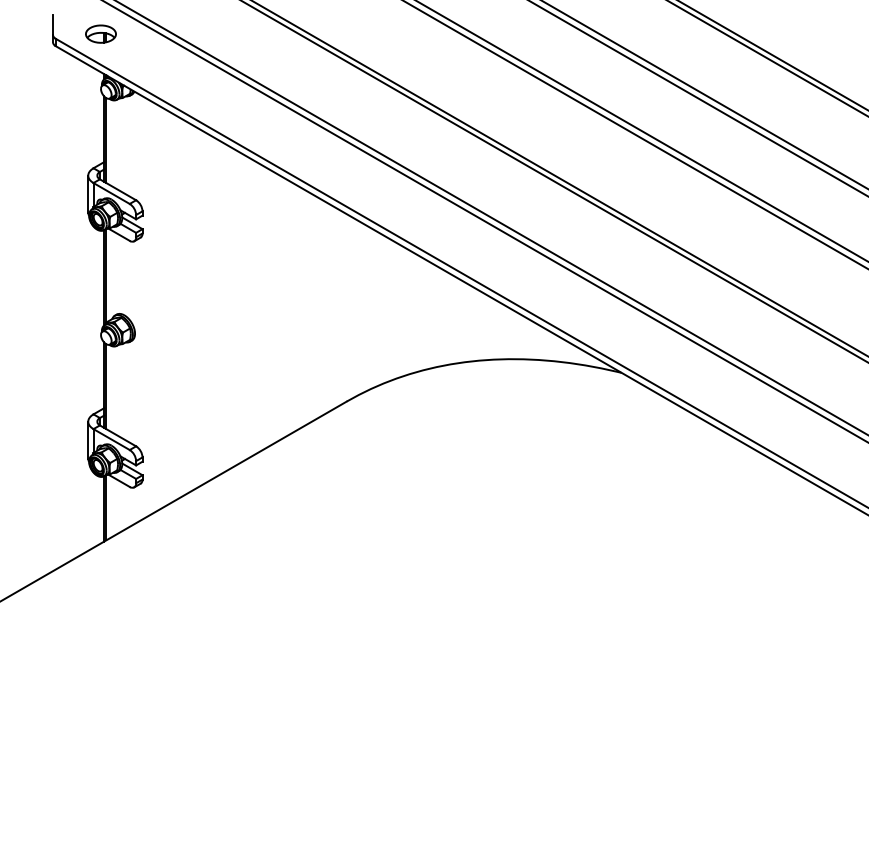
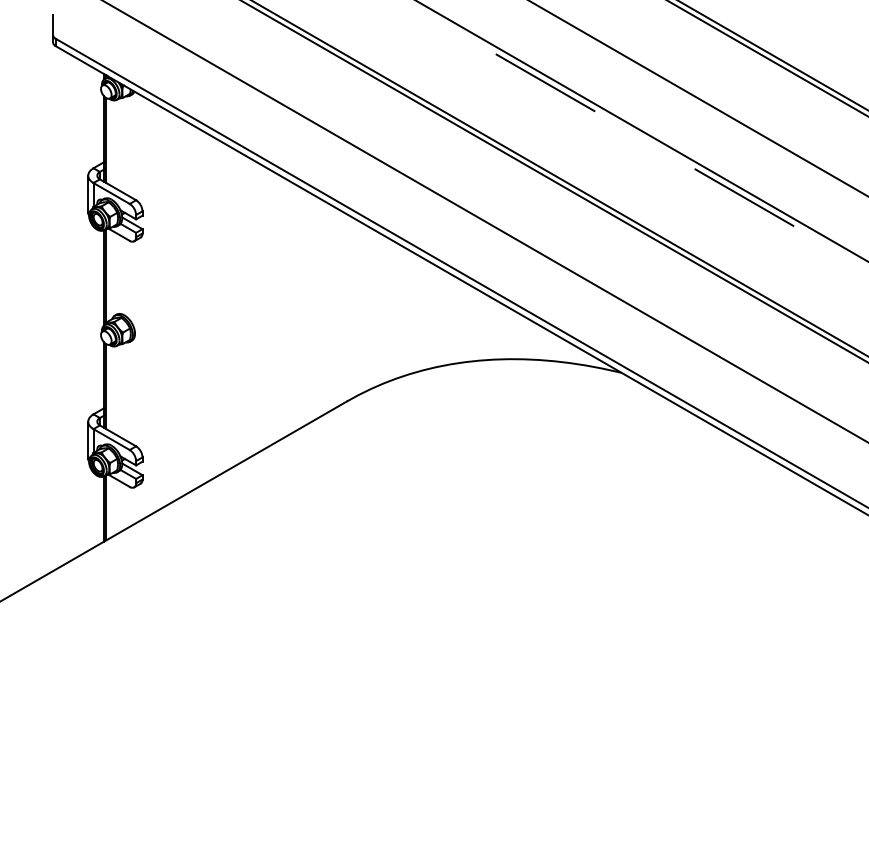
part at (100, 33): present -> none
line at (704, 94): present -> none
line at (634, 134): solid -> dashed
line at (491, 217): present -> none
